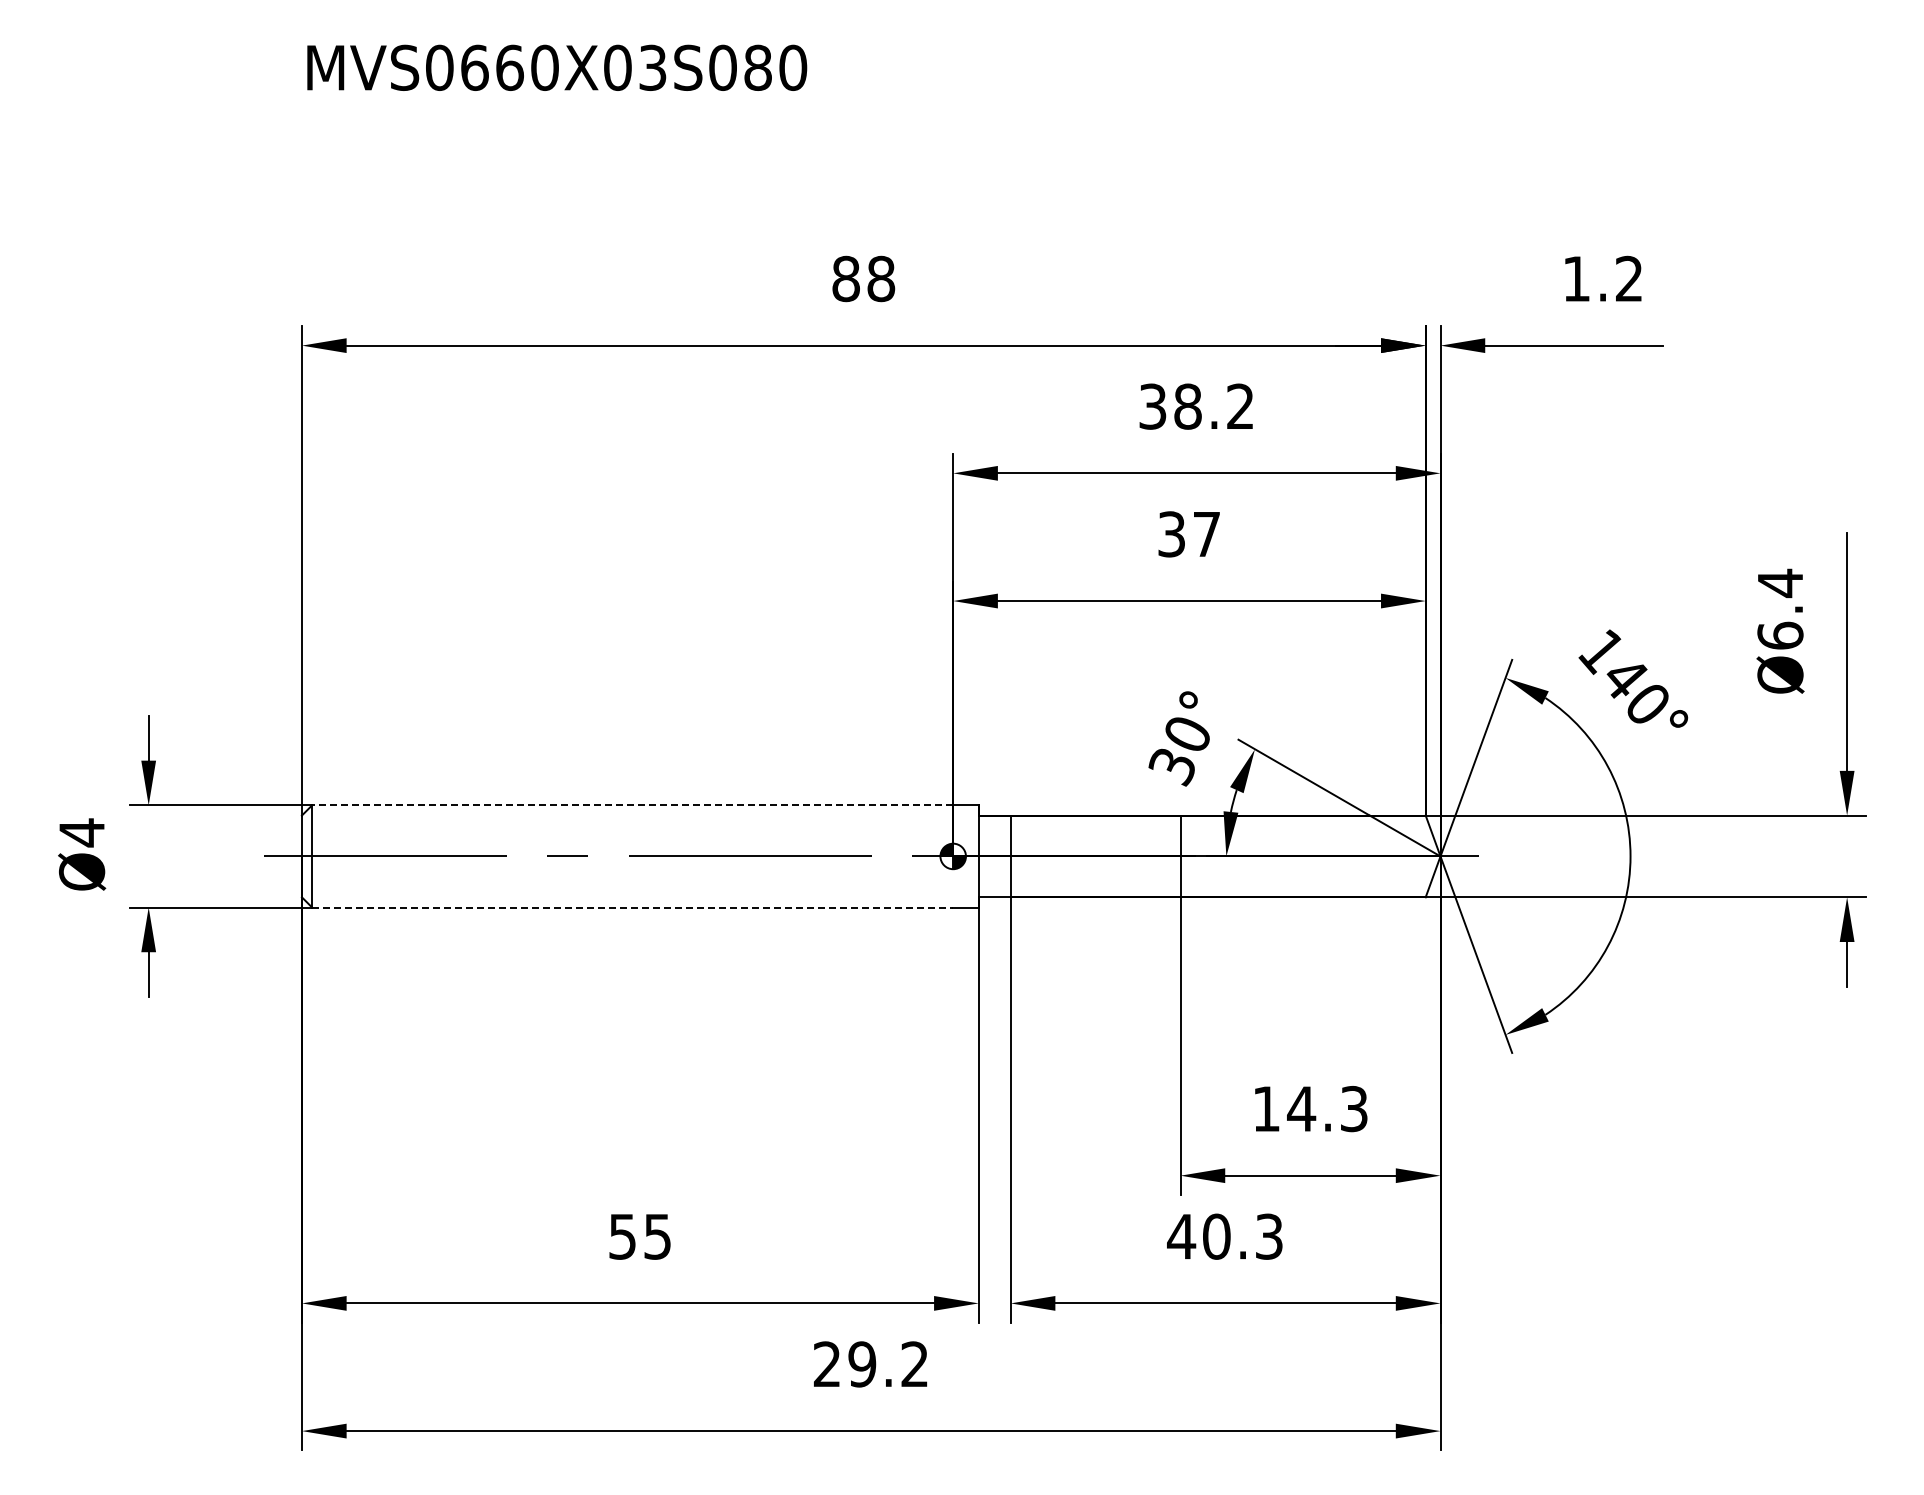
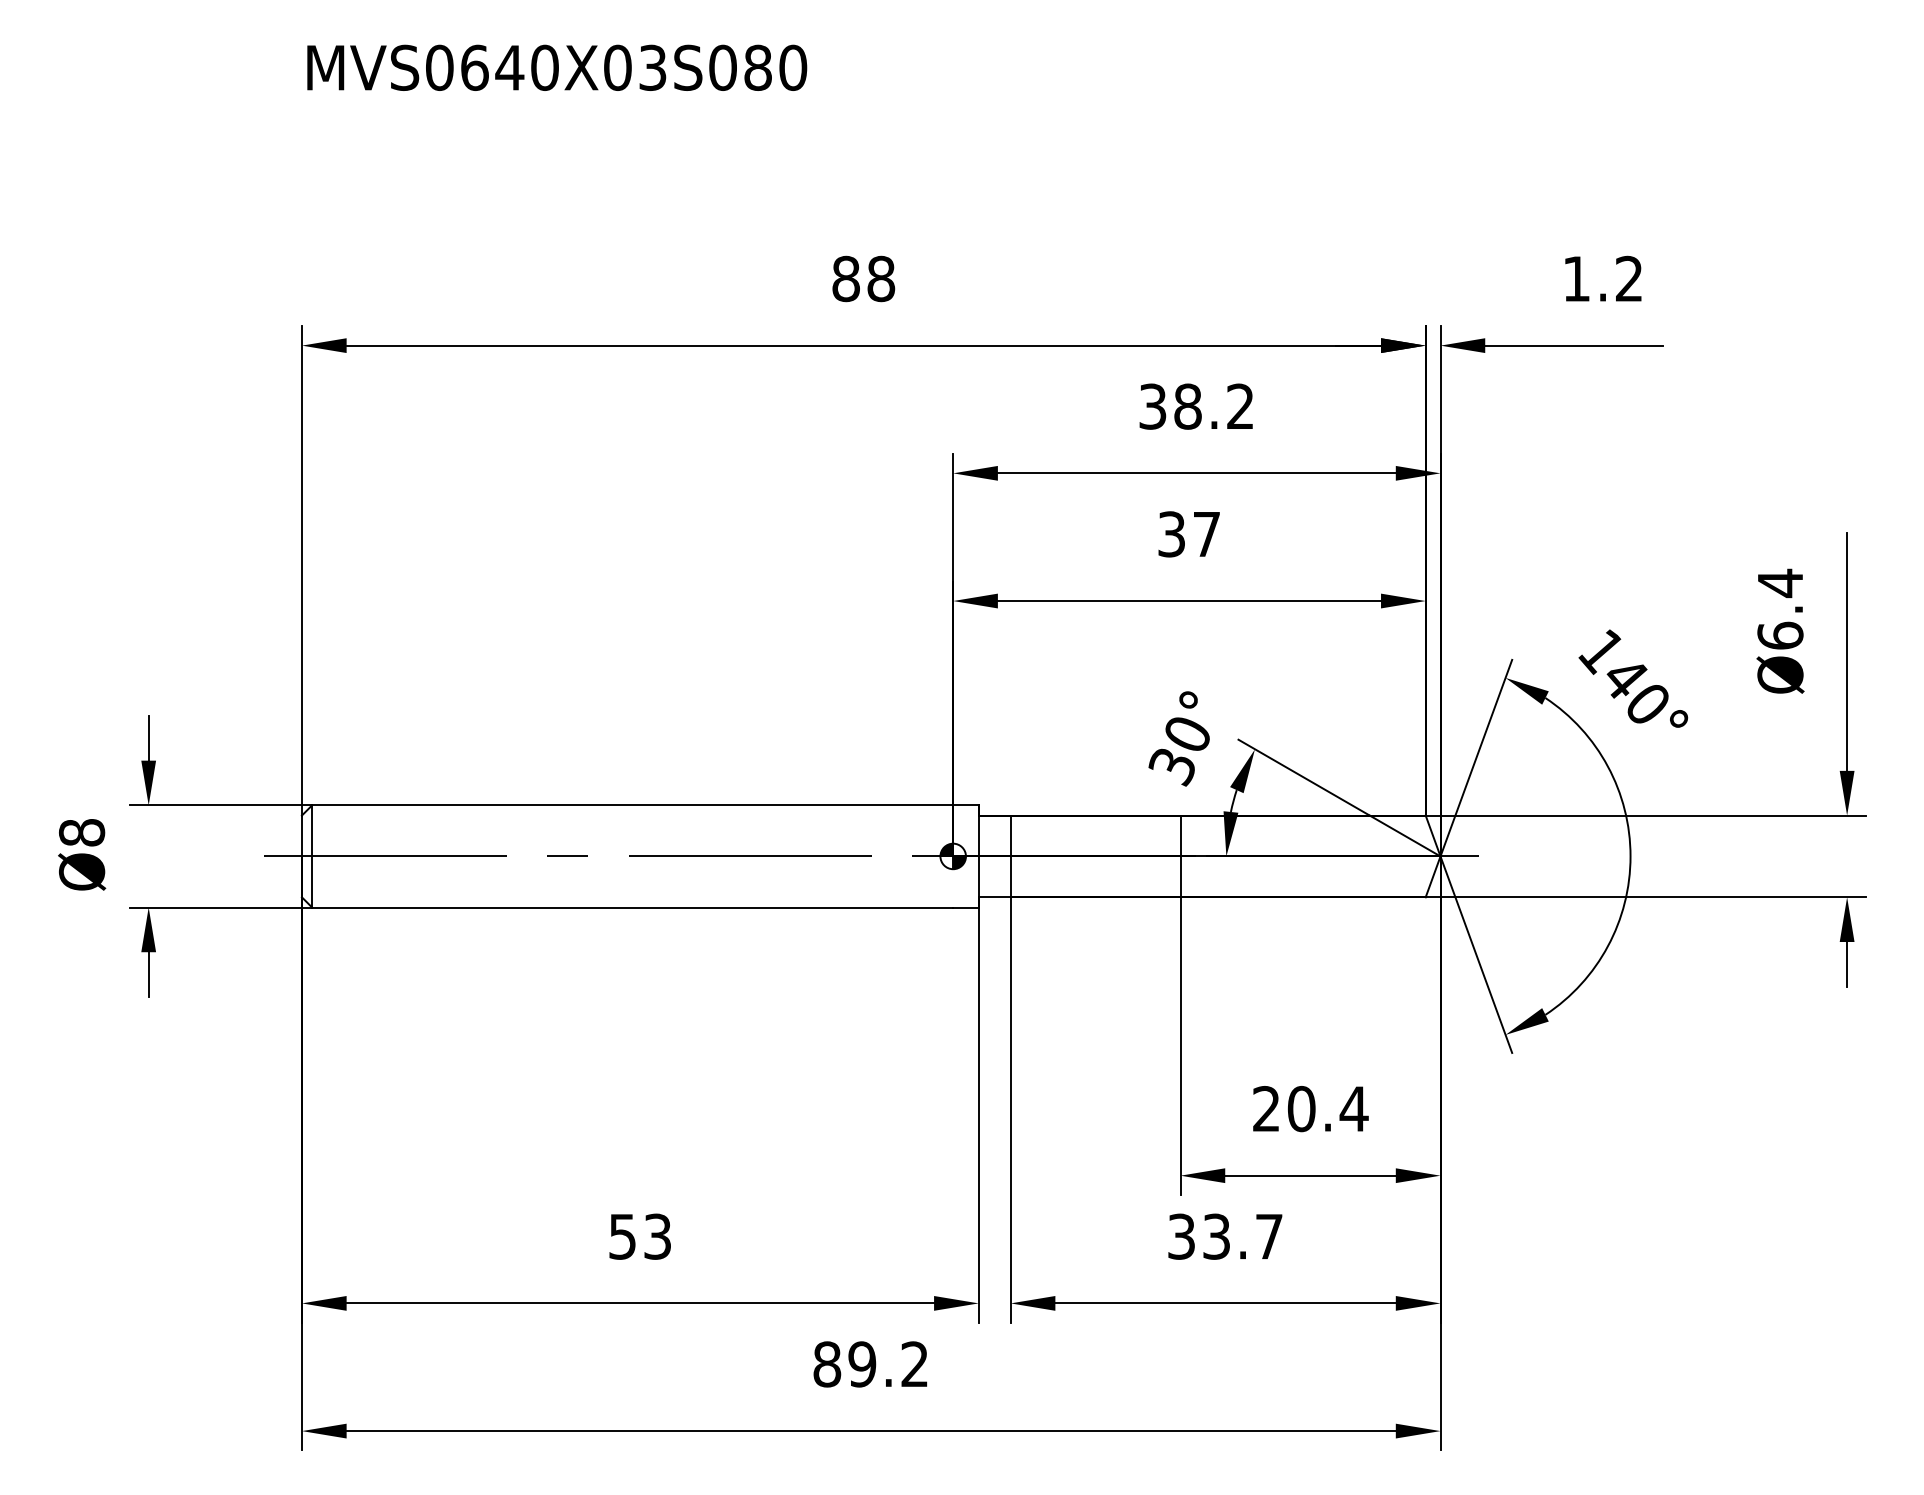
text at (509, 67): MVS0660X03S080 -> MVS0640X03S080
line at (632, 805): dashed -> solid
text at (82, 832): Ø4 -> Ø8
line at (632, 907): dashed -> solid
text at (1310, 1108): 14.3 -> 20.4
text at (657, 1236): 55 -> 53
text at (1224, 1236): 40.3 -> 33.7
text at (827, 1364): 29.2 -> 89.2
